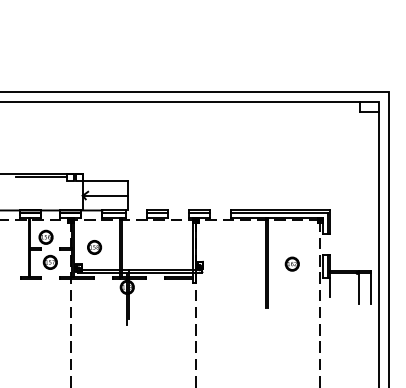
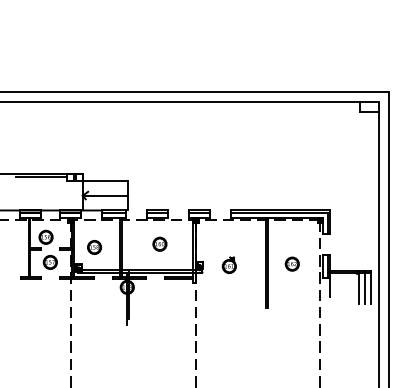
part at (159, 243): none -> present
part at (228, 264): none -> present
line at (365, 287): none -> present
